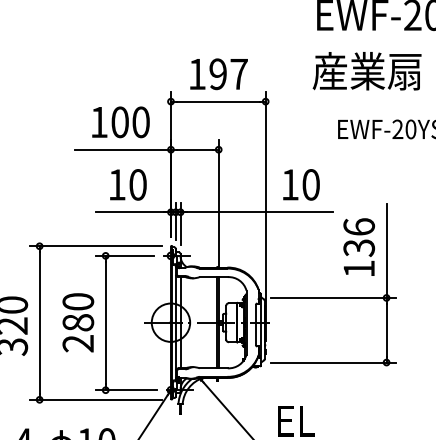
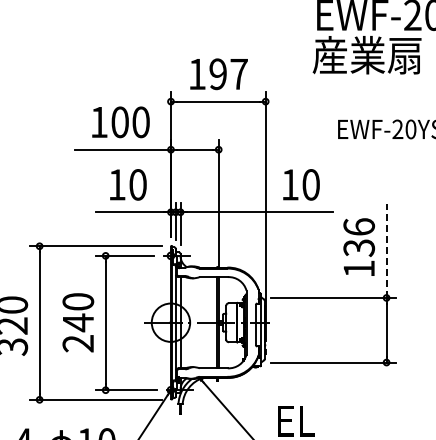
text at (366, 71) position: (366, 71) -> (366, 55)
line at (386, 250): solid -> dashed
text at (78, 322): 280 -> 240
